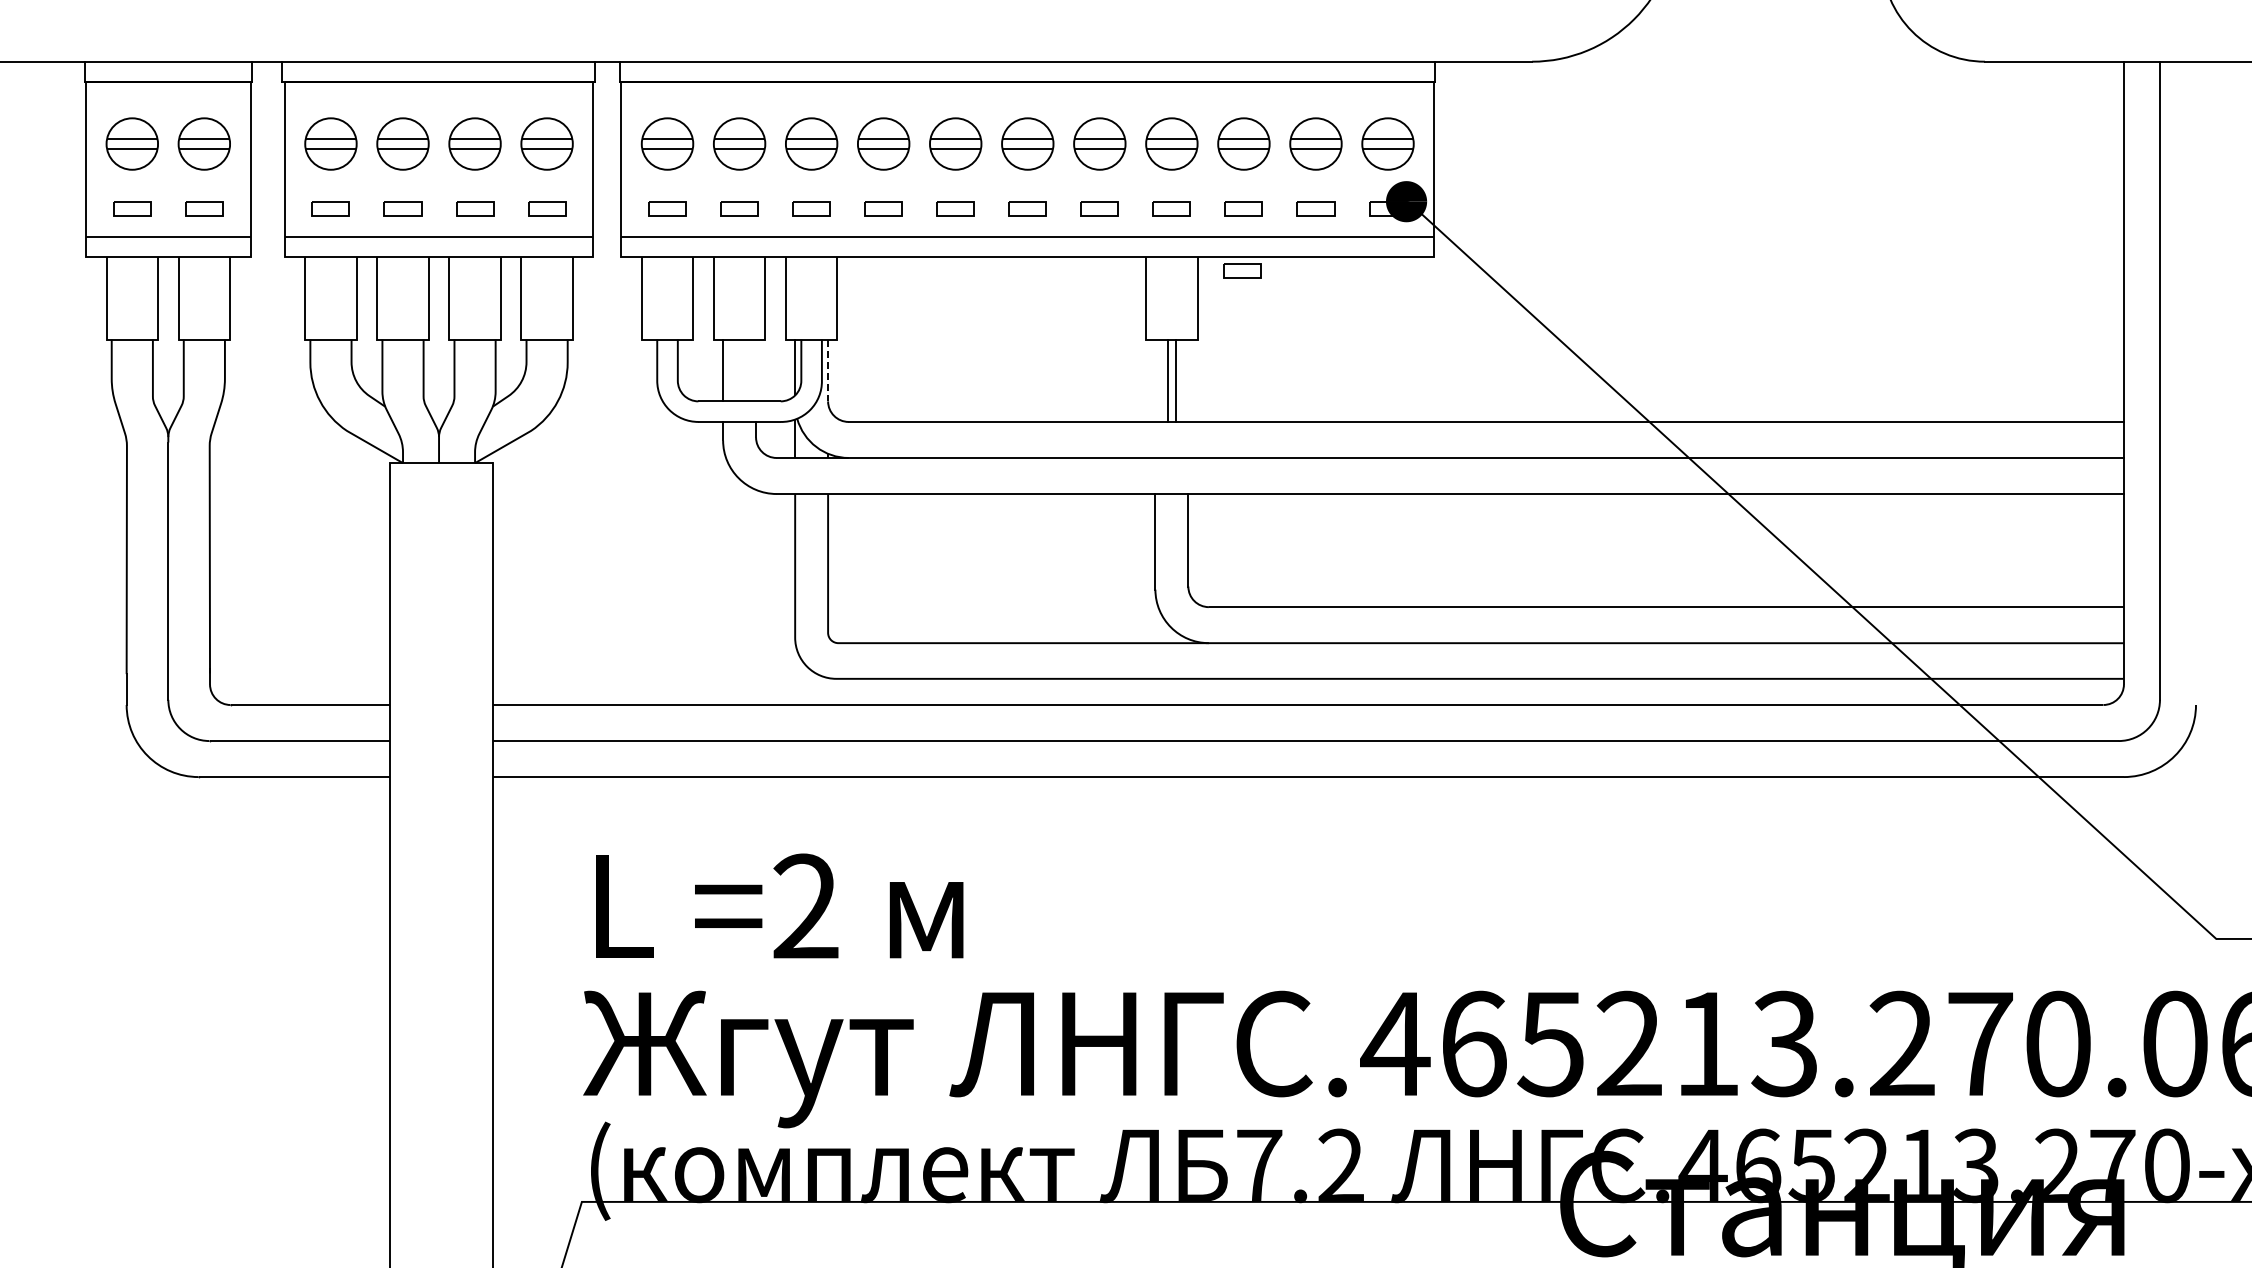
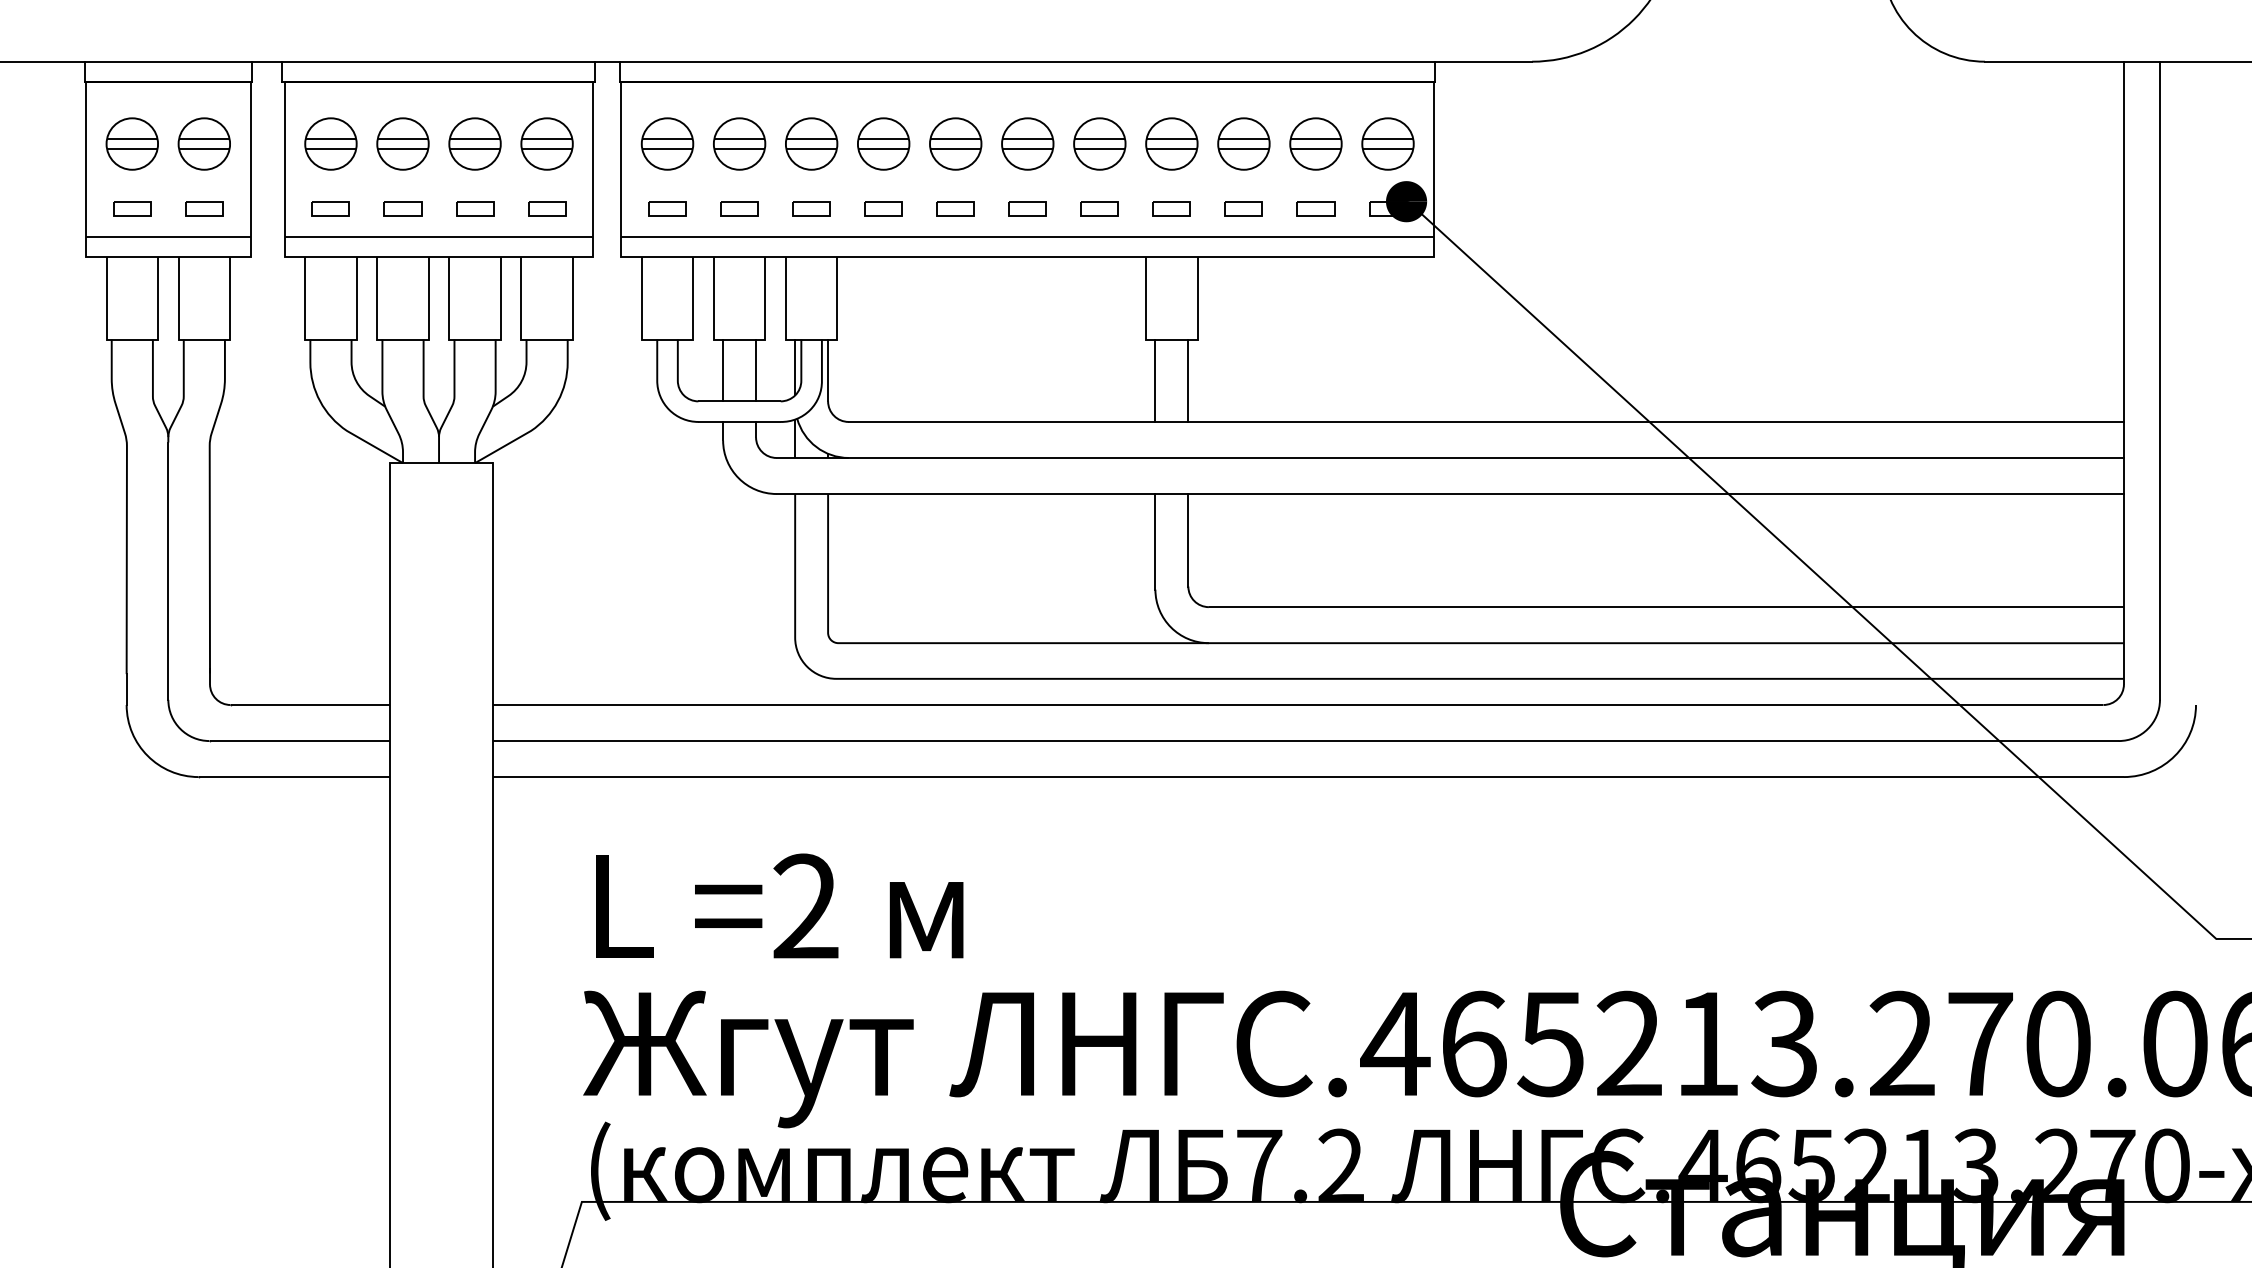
part at (1242, 270): present -> none
line at (756, 370): none -> present
line at (828, 370): dashed -> solid
line at (1168, 380) position: (1168, 380) -> (1188, 380)
line at (1176, 380) position: (1176, 380) -> (1155, 380)
